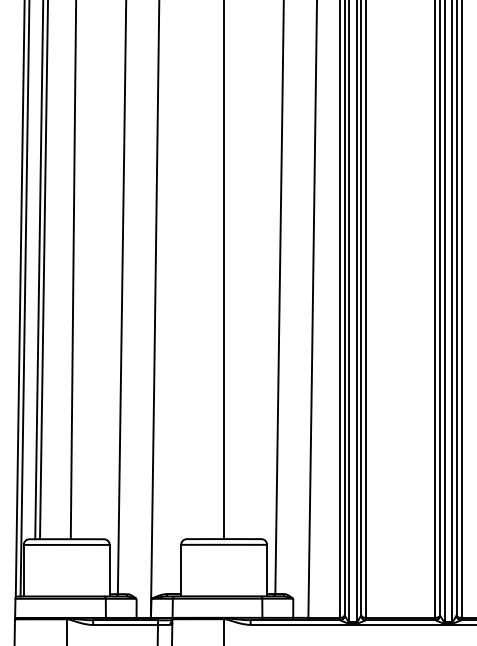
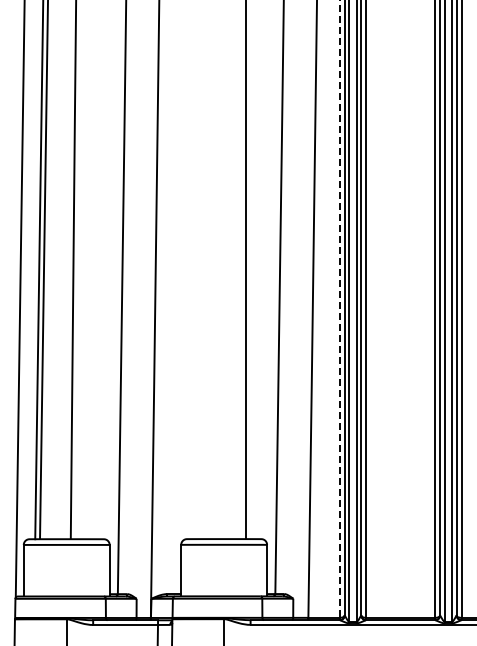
line at (224, 270) position: (224, 270) -> (246, 270)
line at (24, 299): present -> none
line at (339, 309): solid -> dashed
